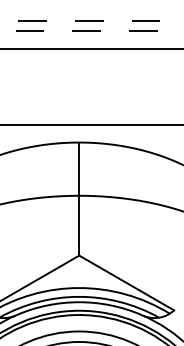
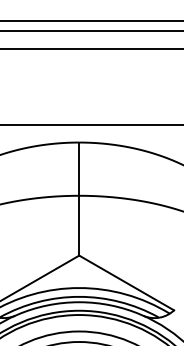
line at (92, 21): dashed -> solid
line at (92, 30): dashed -> solid
